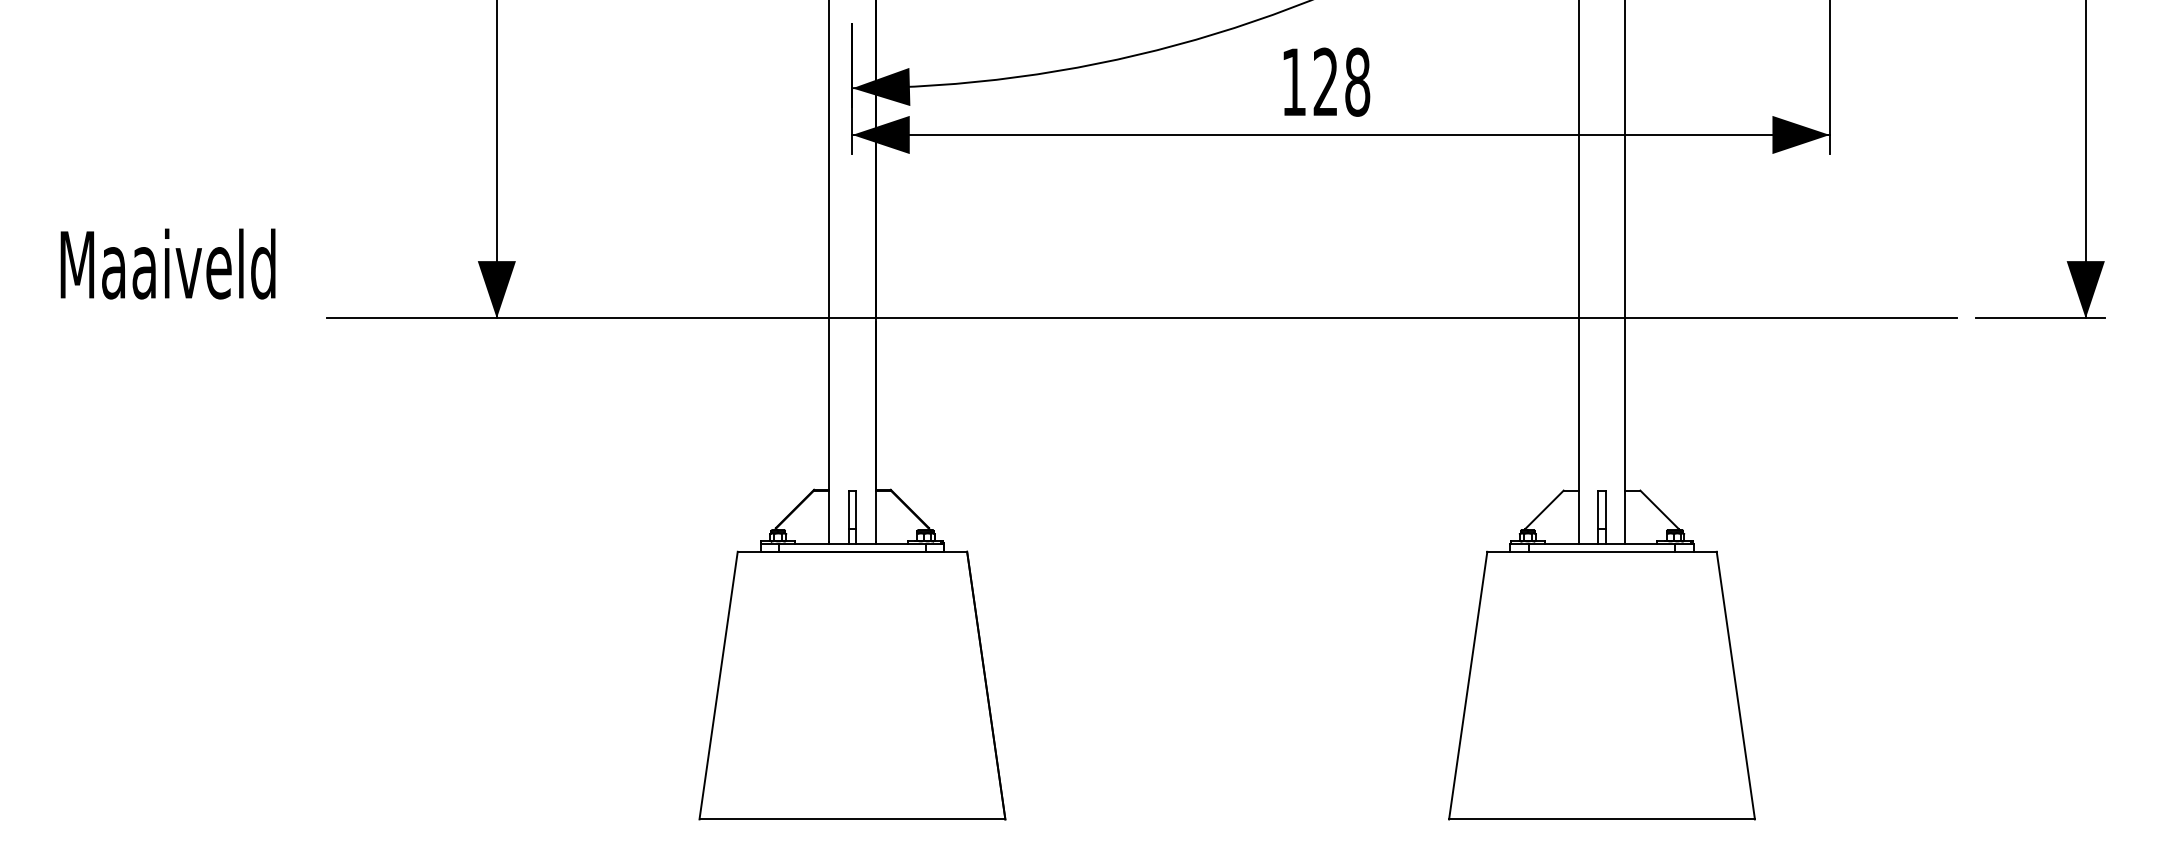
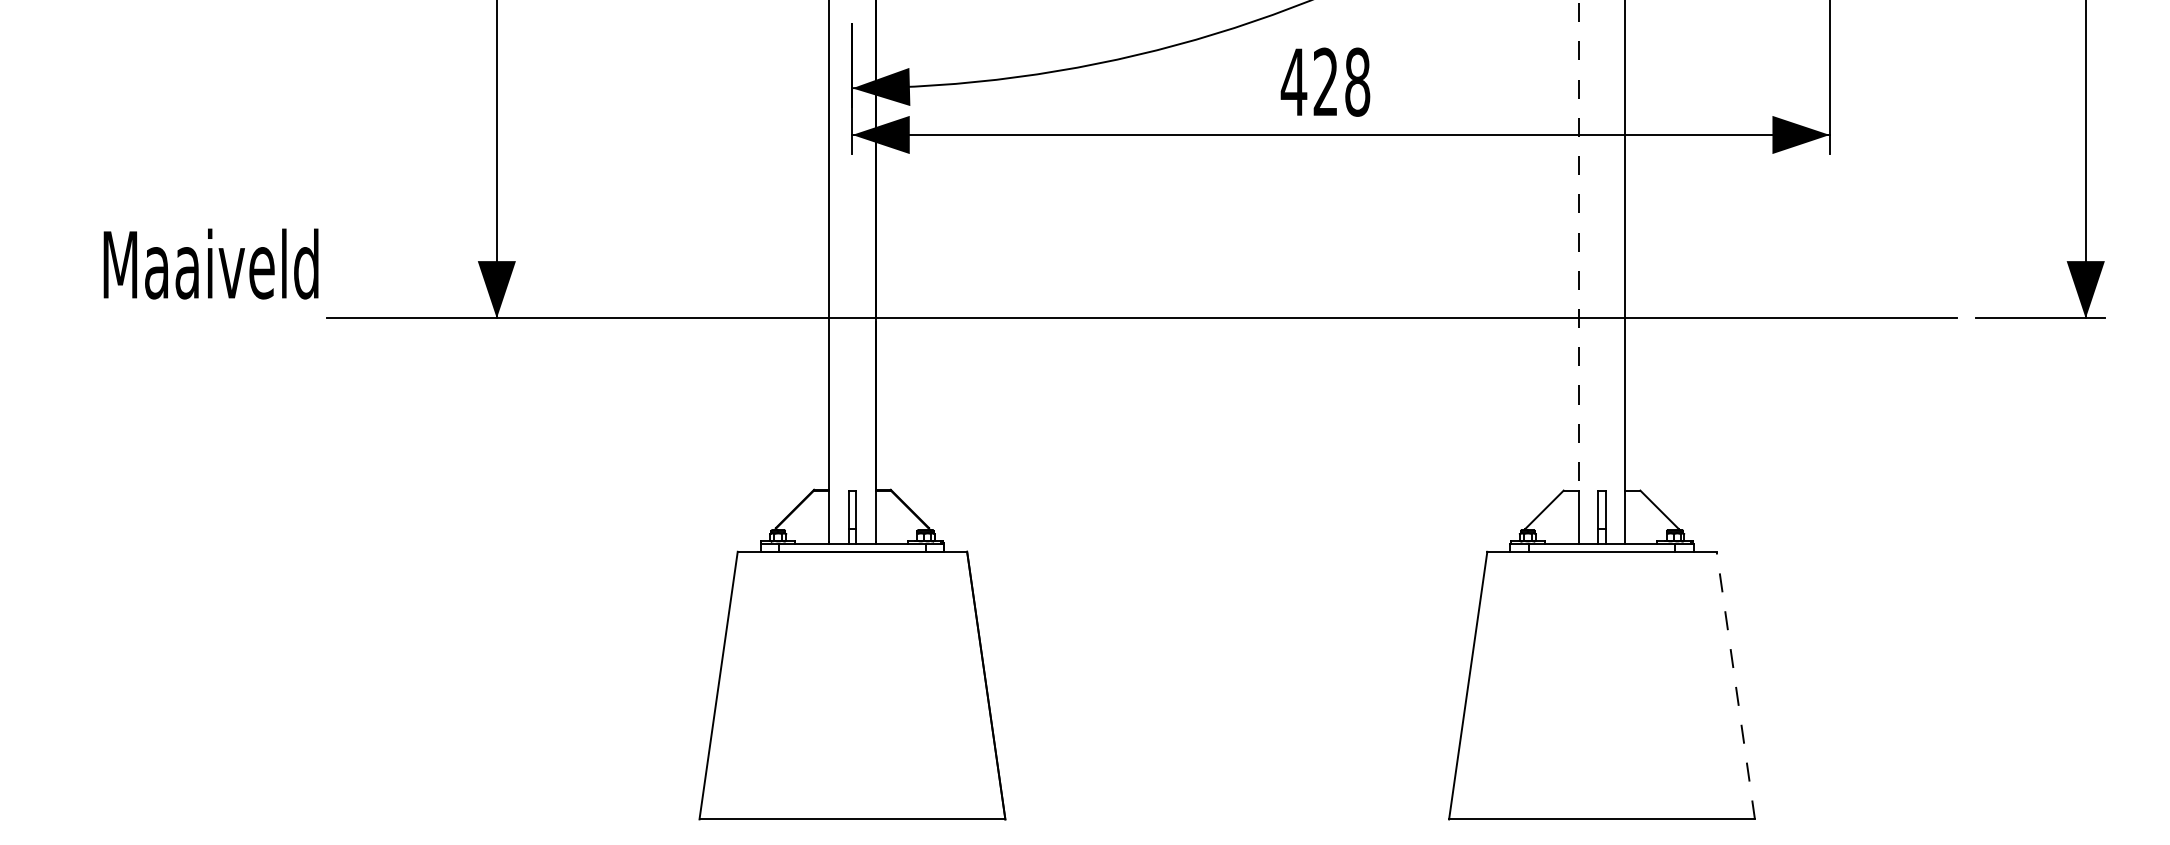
text at (1293, 81): 128 -> 428
line at (1578, 245): solid -> dashed
text at (167, 263) position: (167, 263) -> (210, 263)
line at (1735, 685): solid -> dashed
